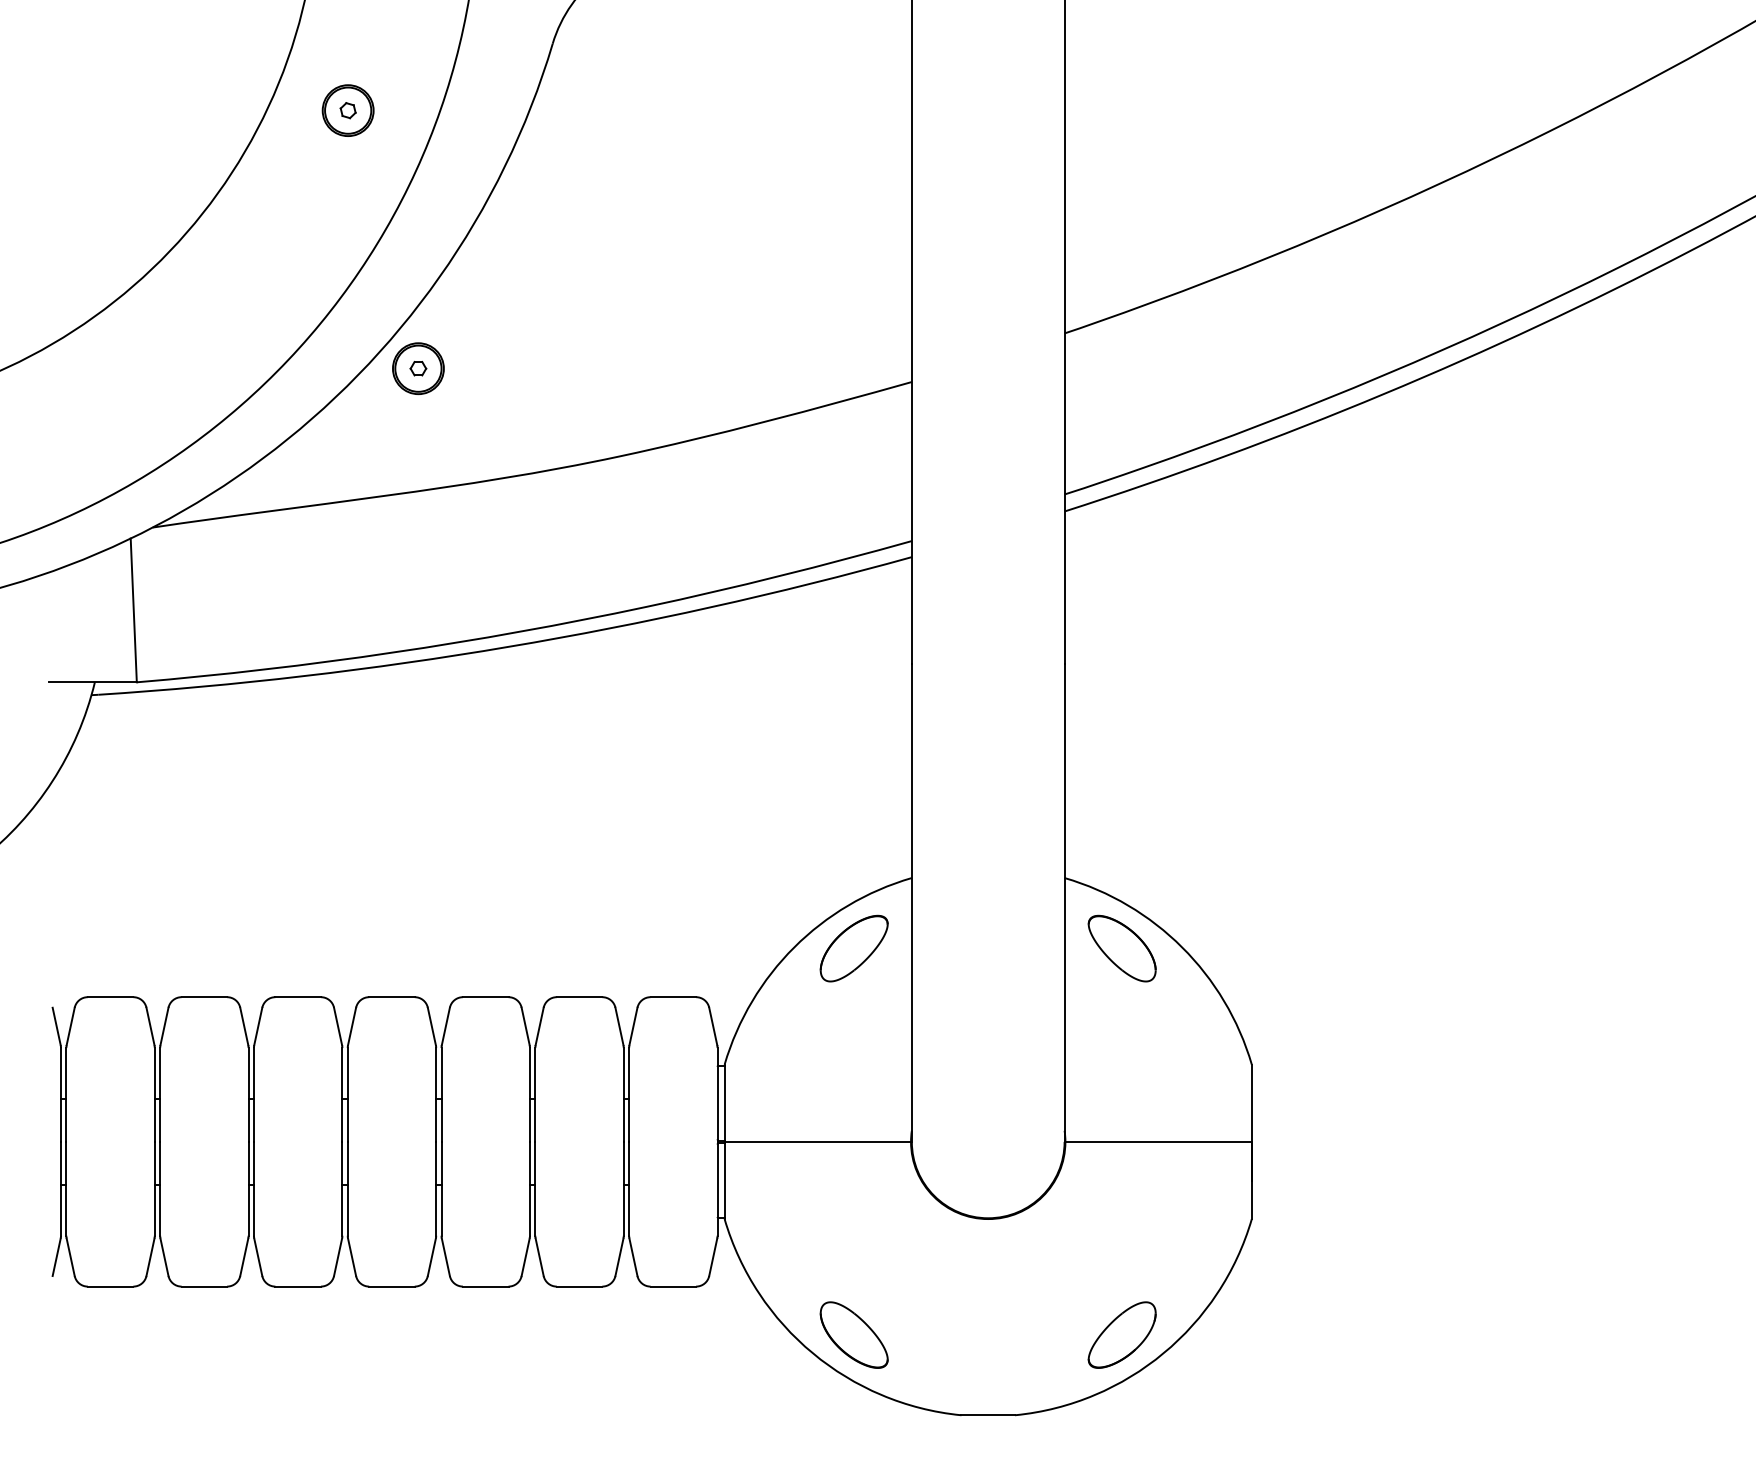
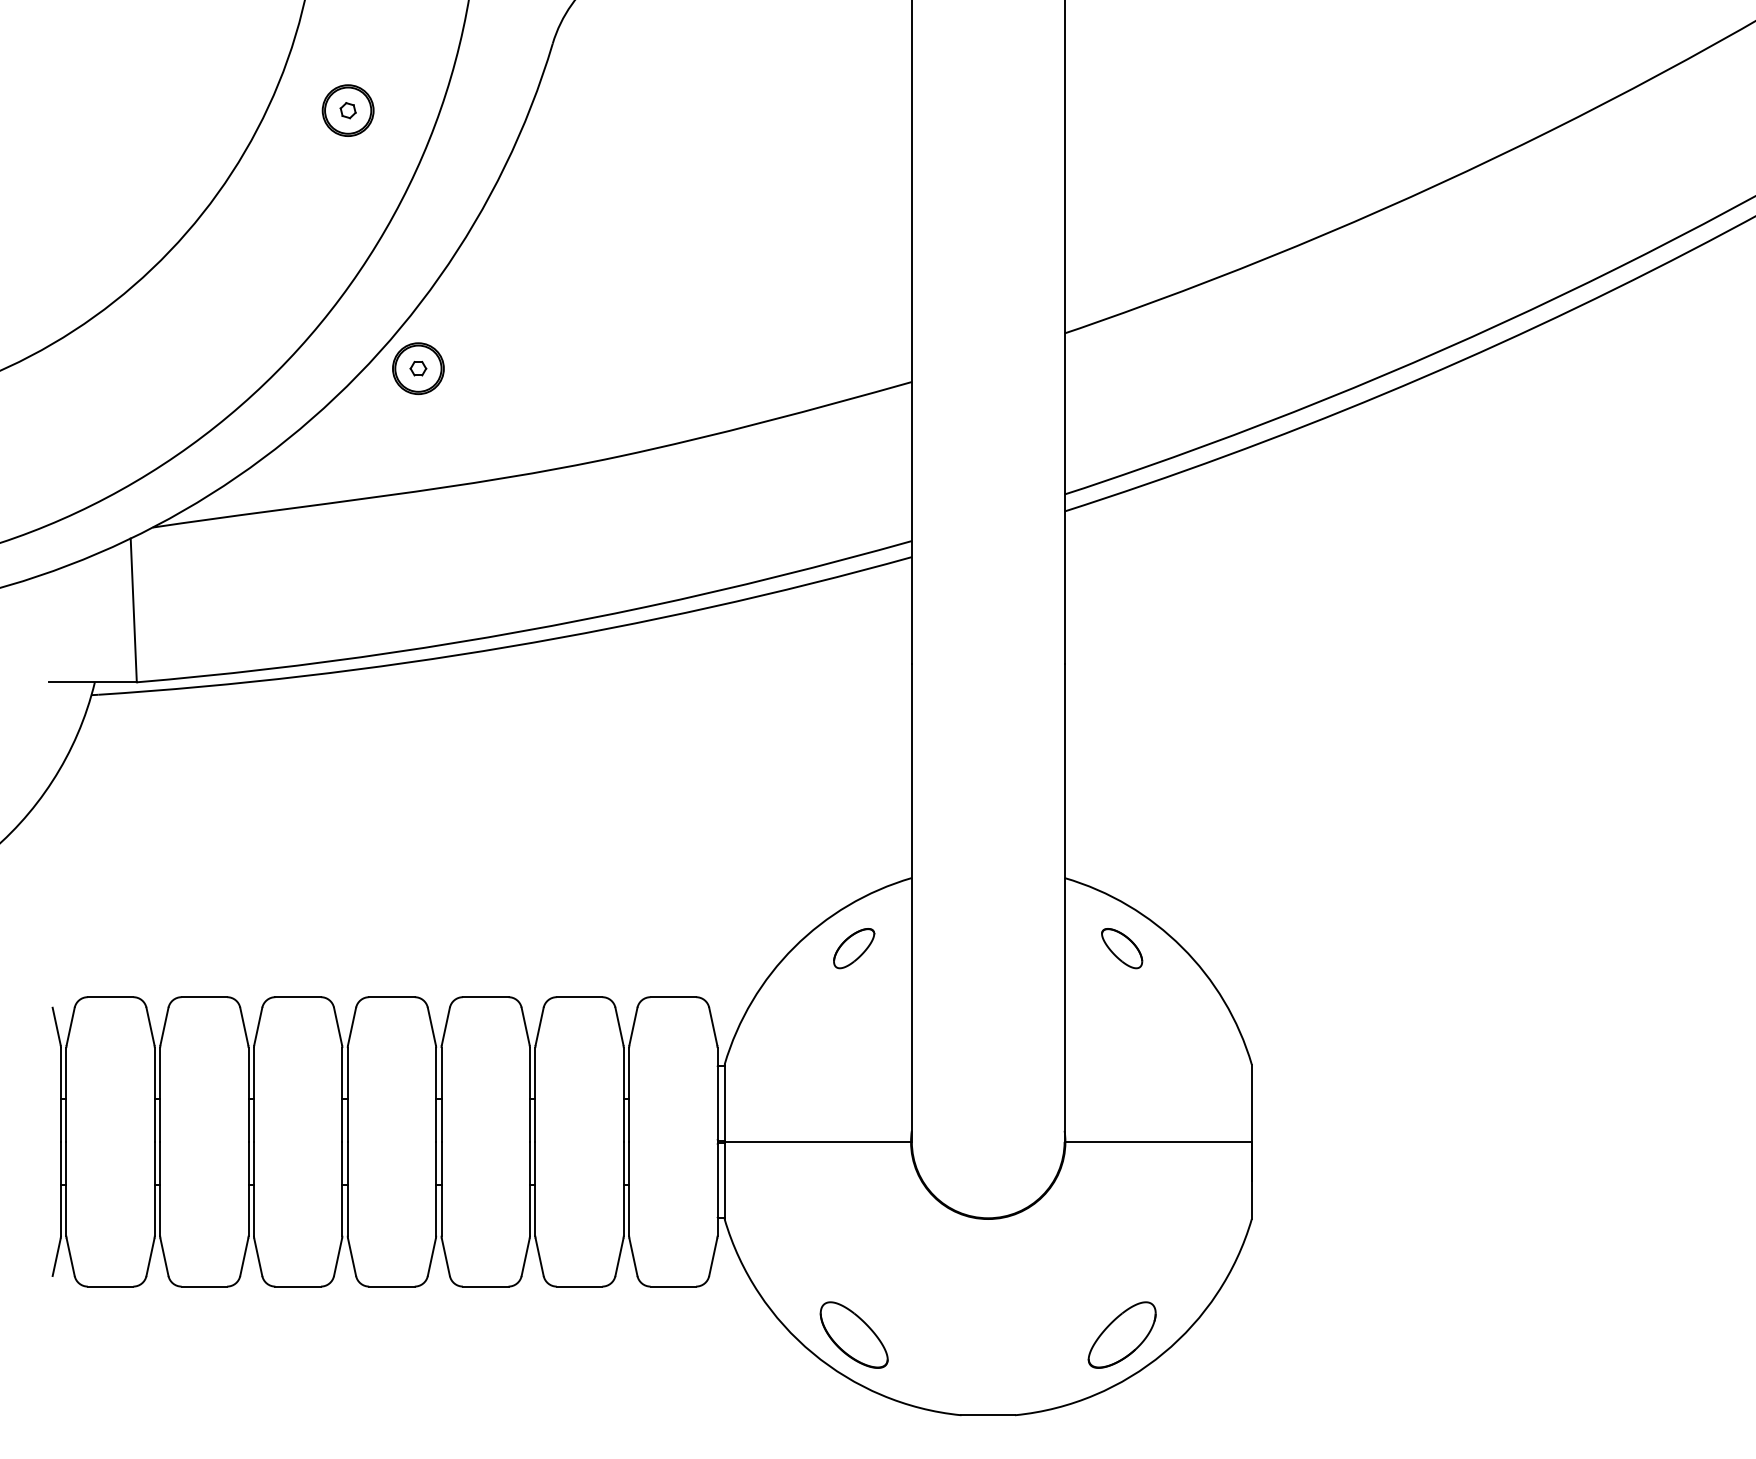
part at (853, 948) size: 70x69 px -> 43x42 px
part at (1121, 948) size: 70x69 px -> 43x42 px
